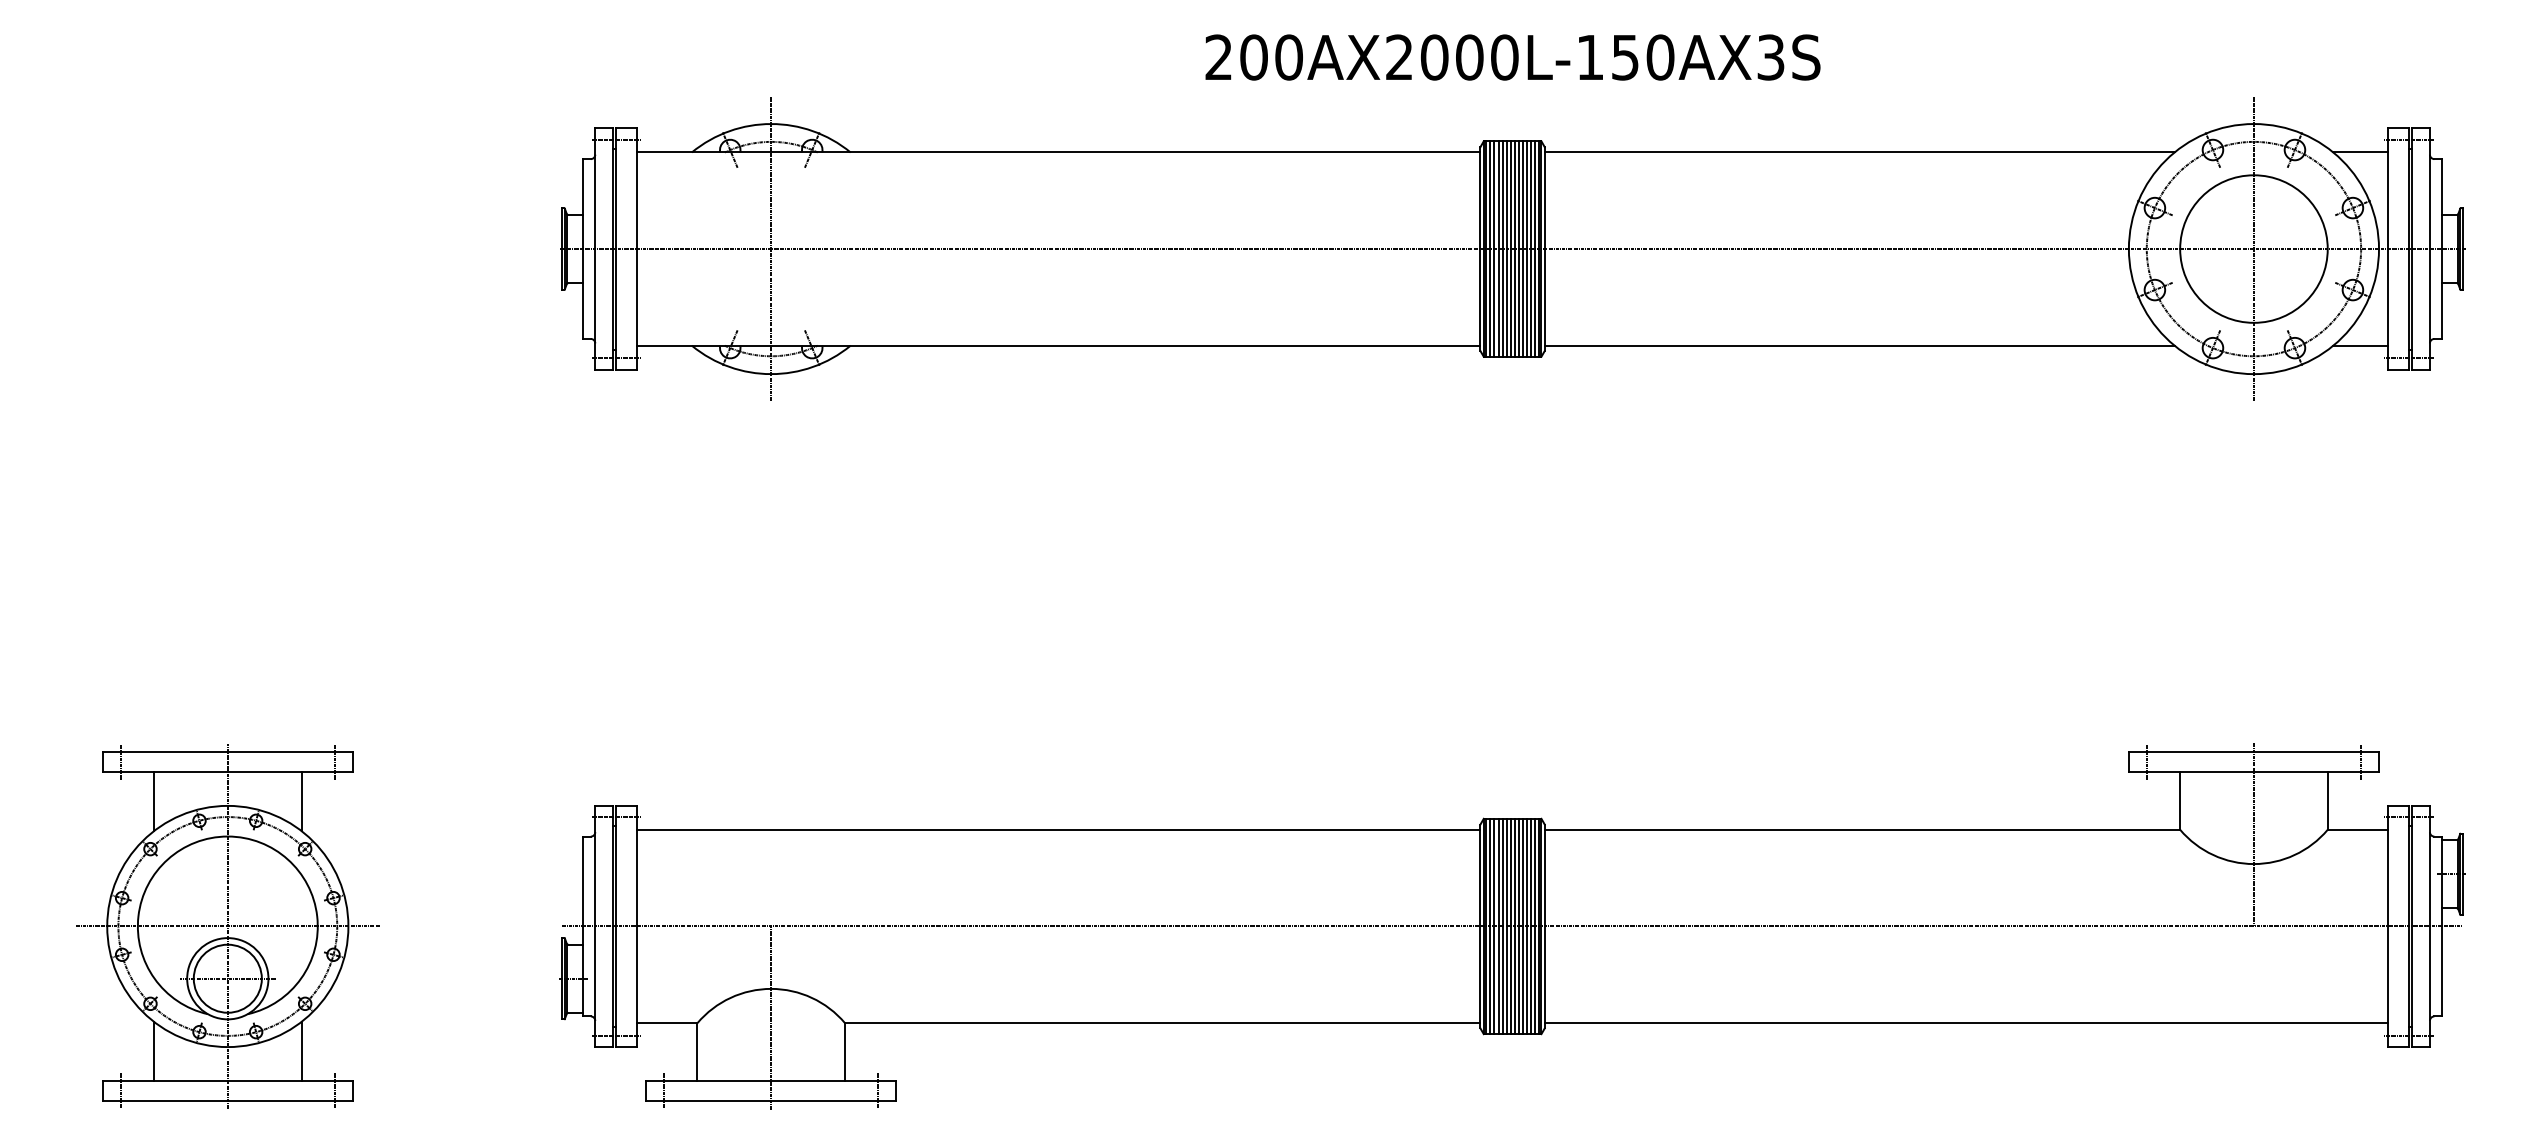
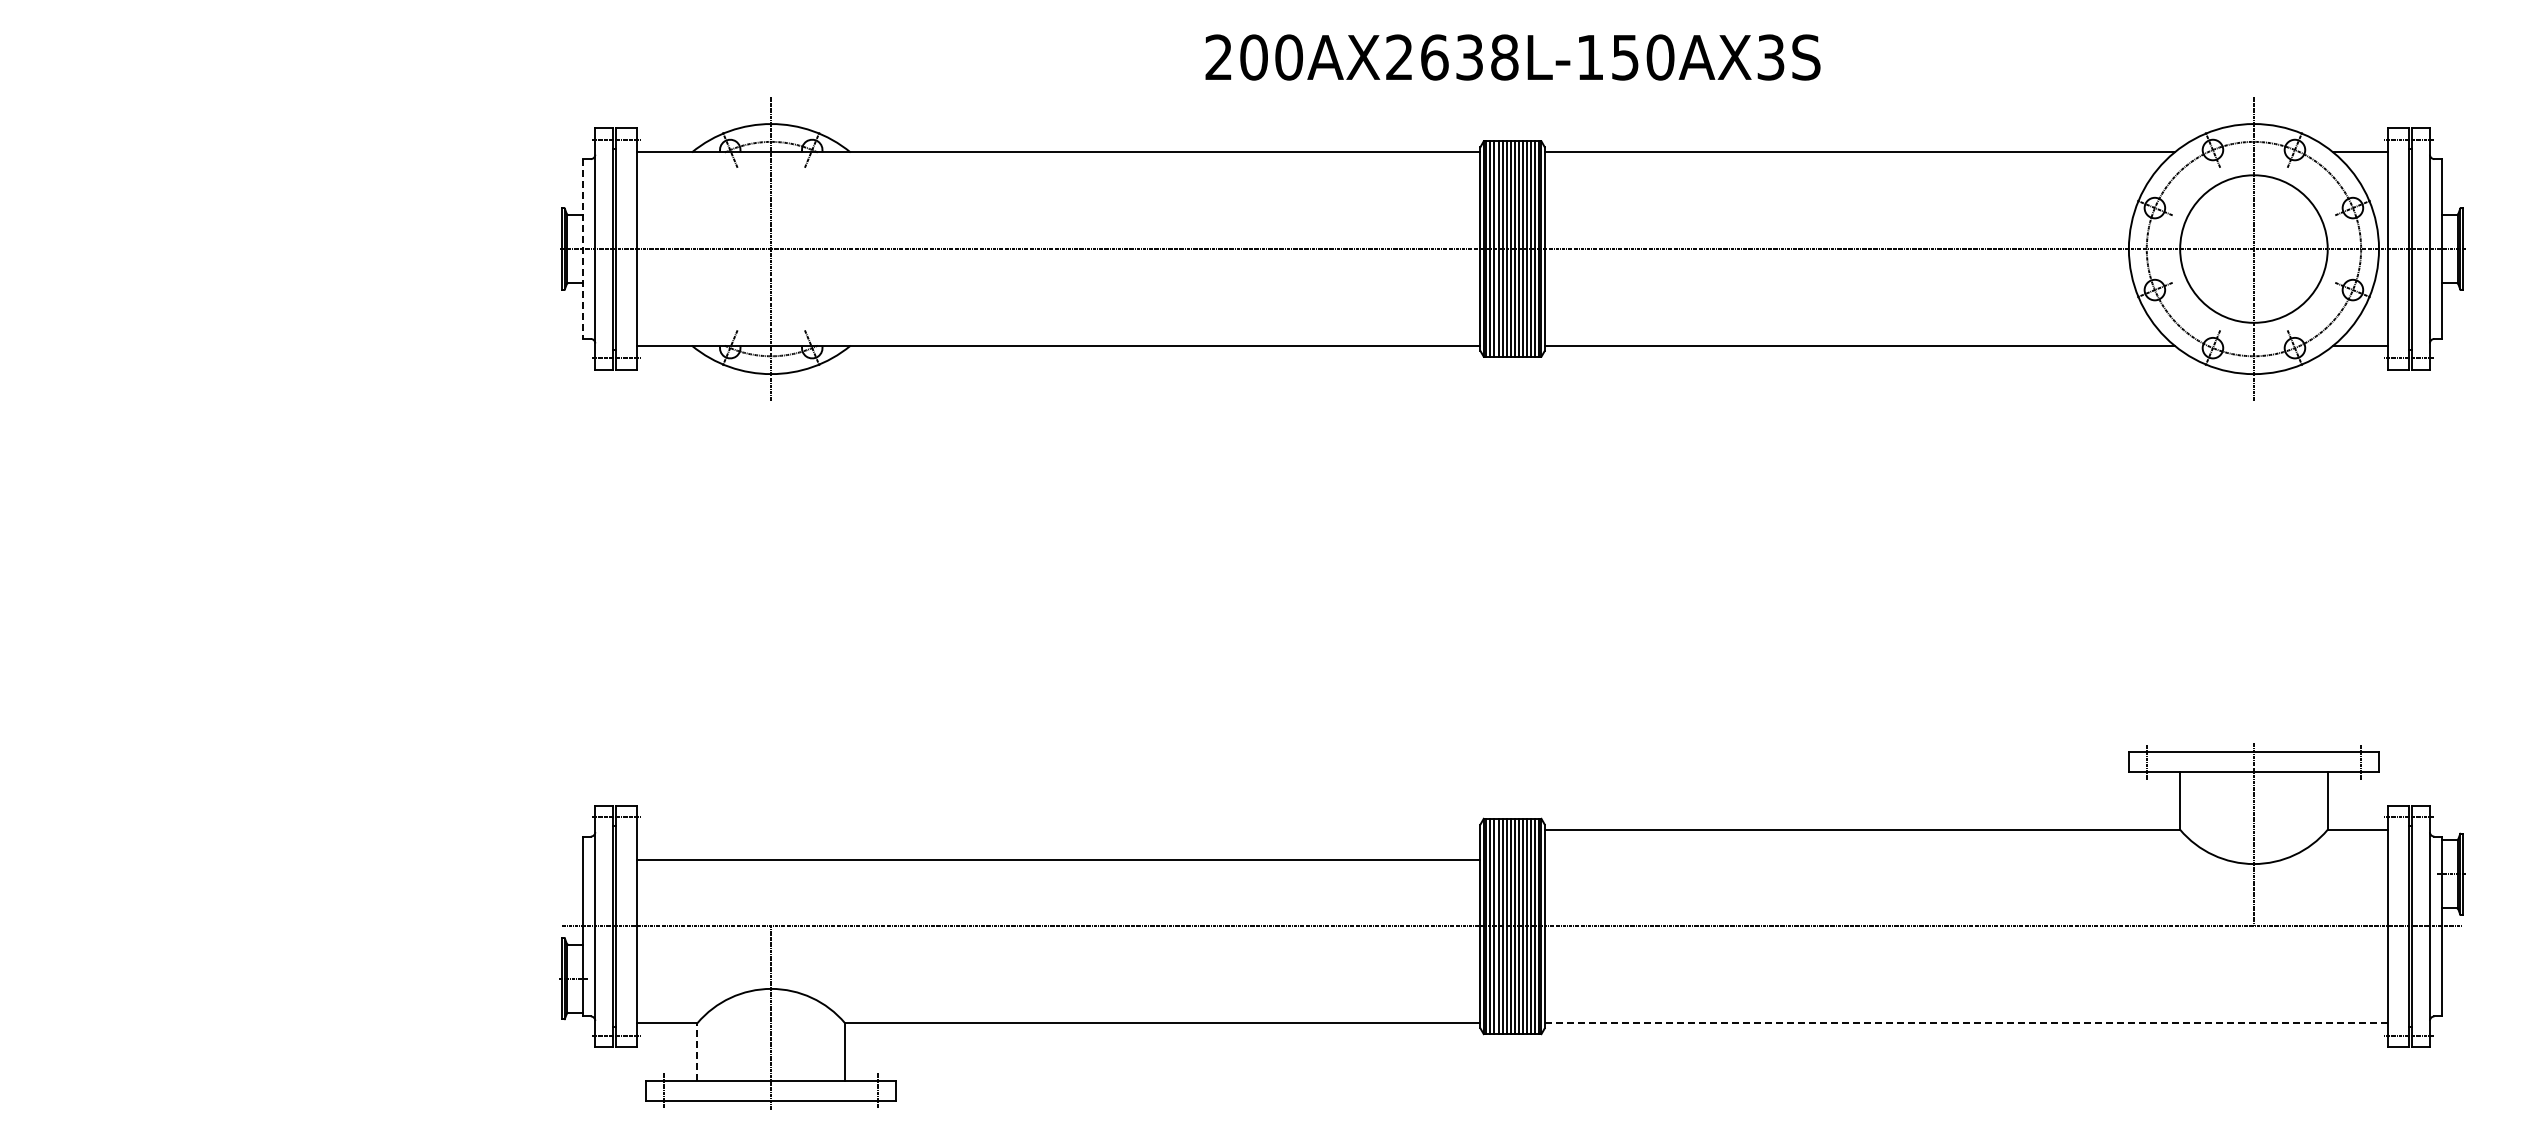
text at (1469, 57): 200AX2000L-150AX3S -> 200AX2638L-150AX3S
line at (582, 249): solid -> dashed
line at (1058, 829) position: (1058, 829) -> (1058, 859)
part at (227, 926): present -> none
line at (1966, 1023): solid -> dashed
line at (697, 1052): solid -> dashed
